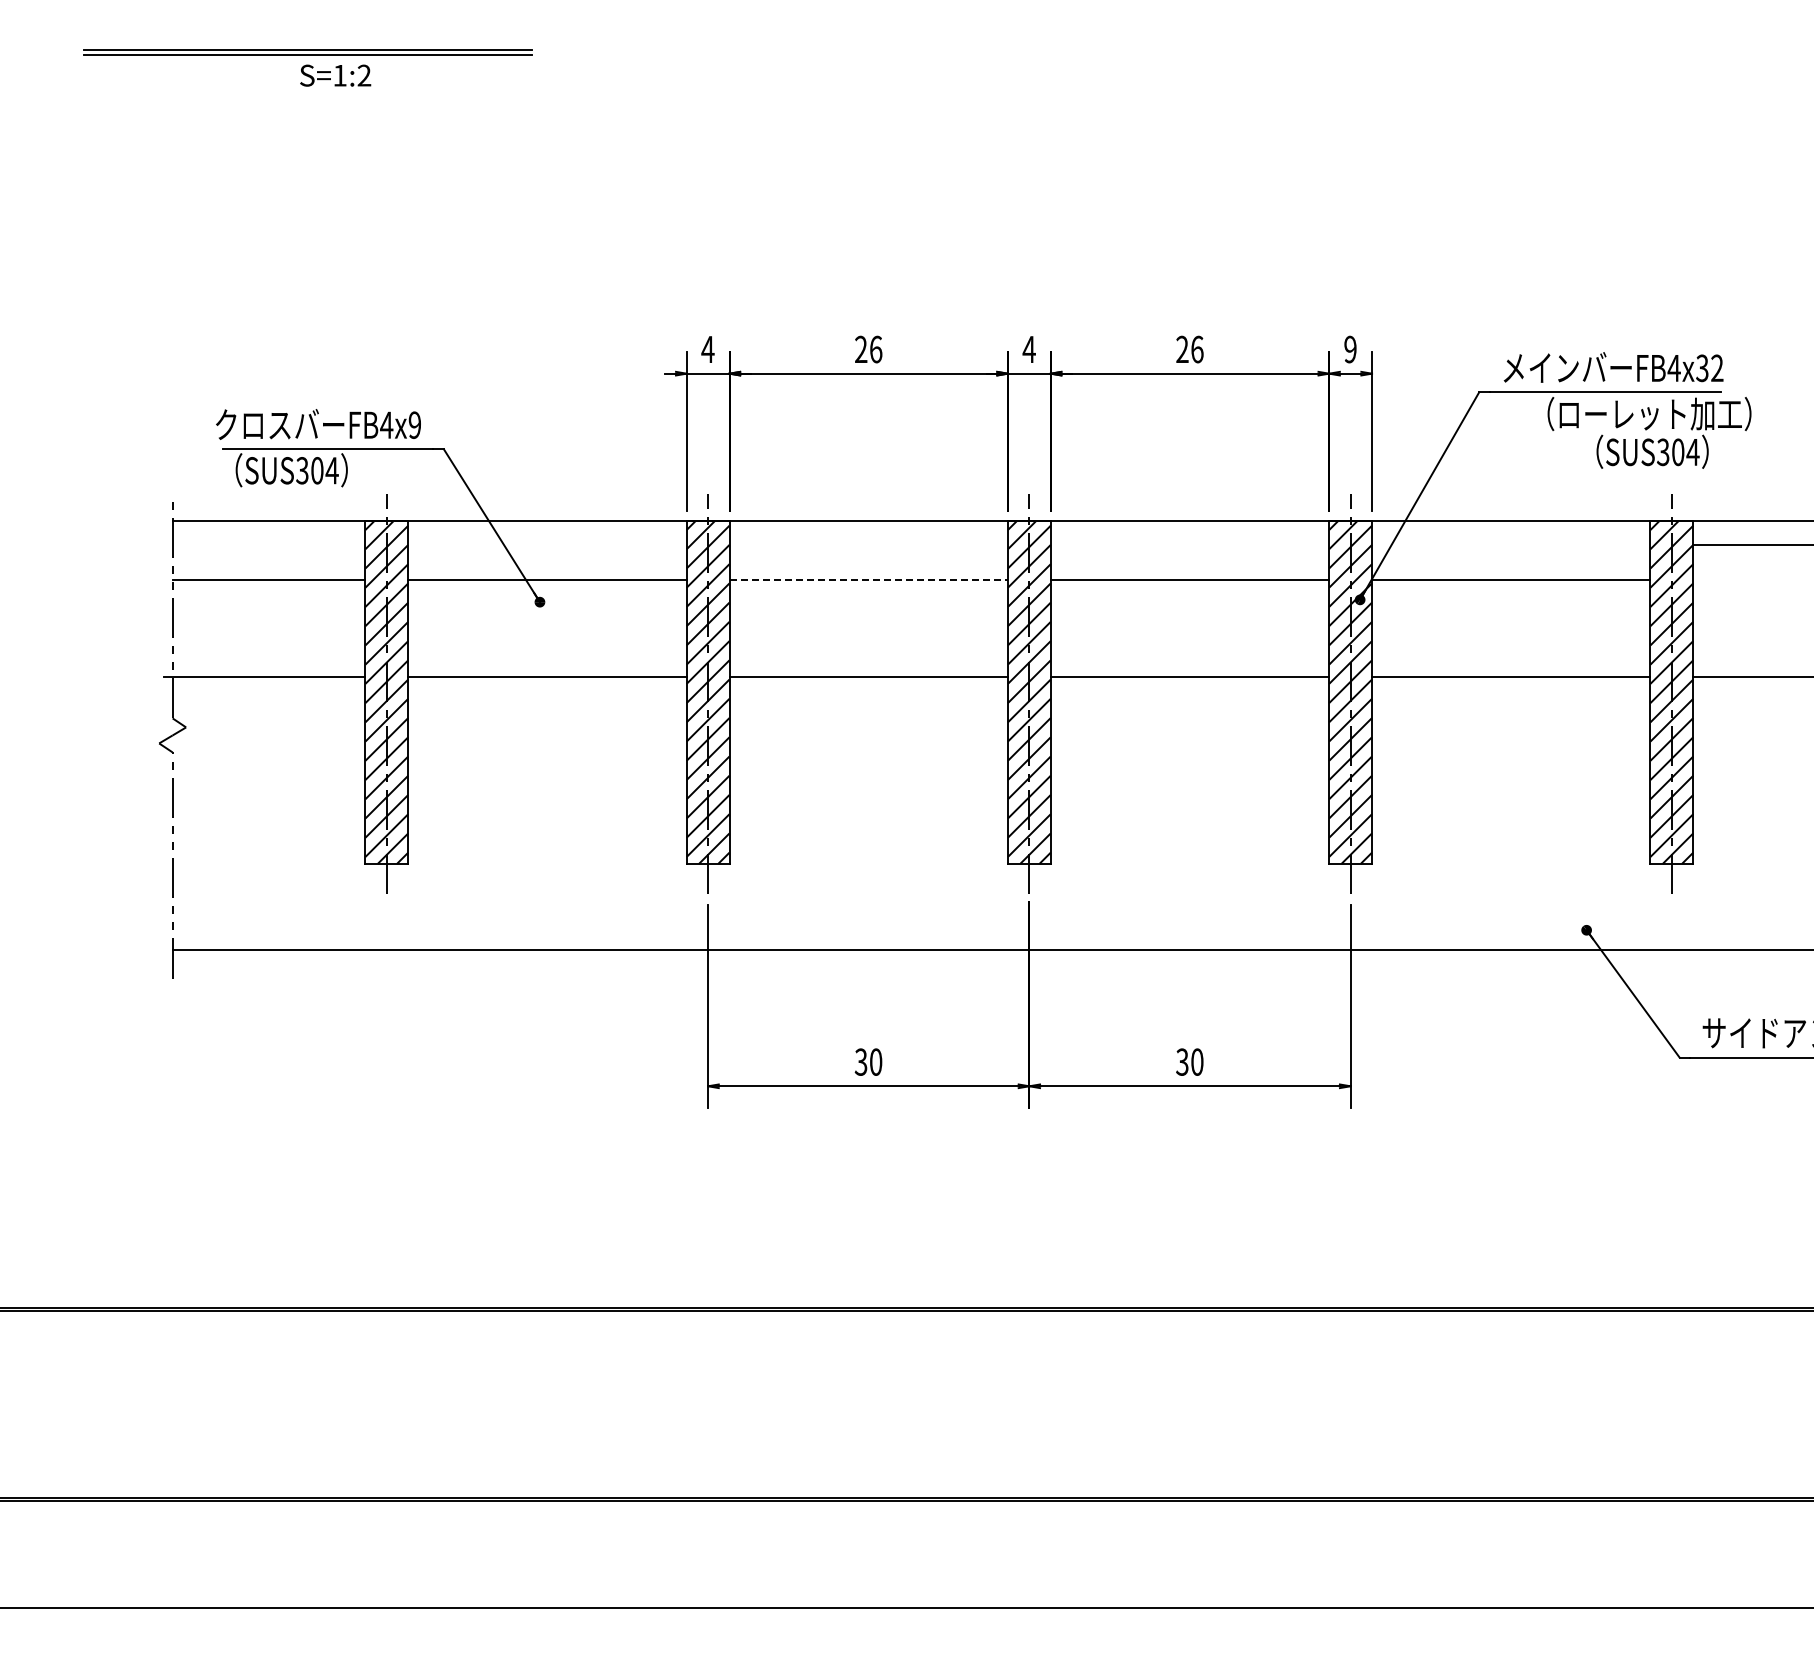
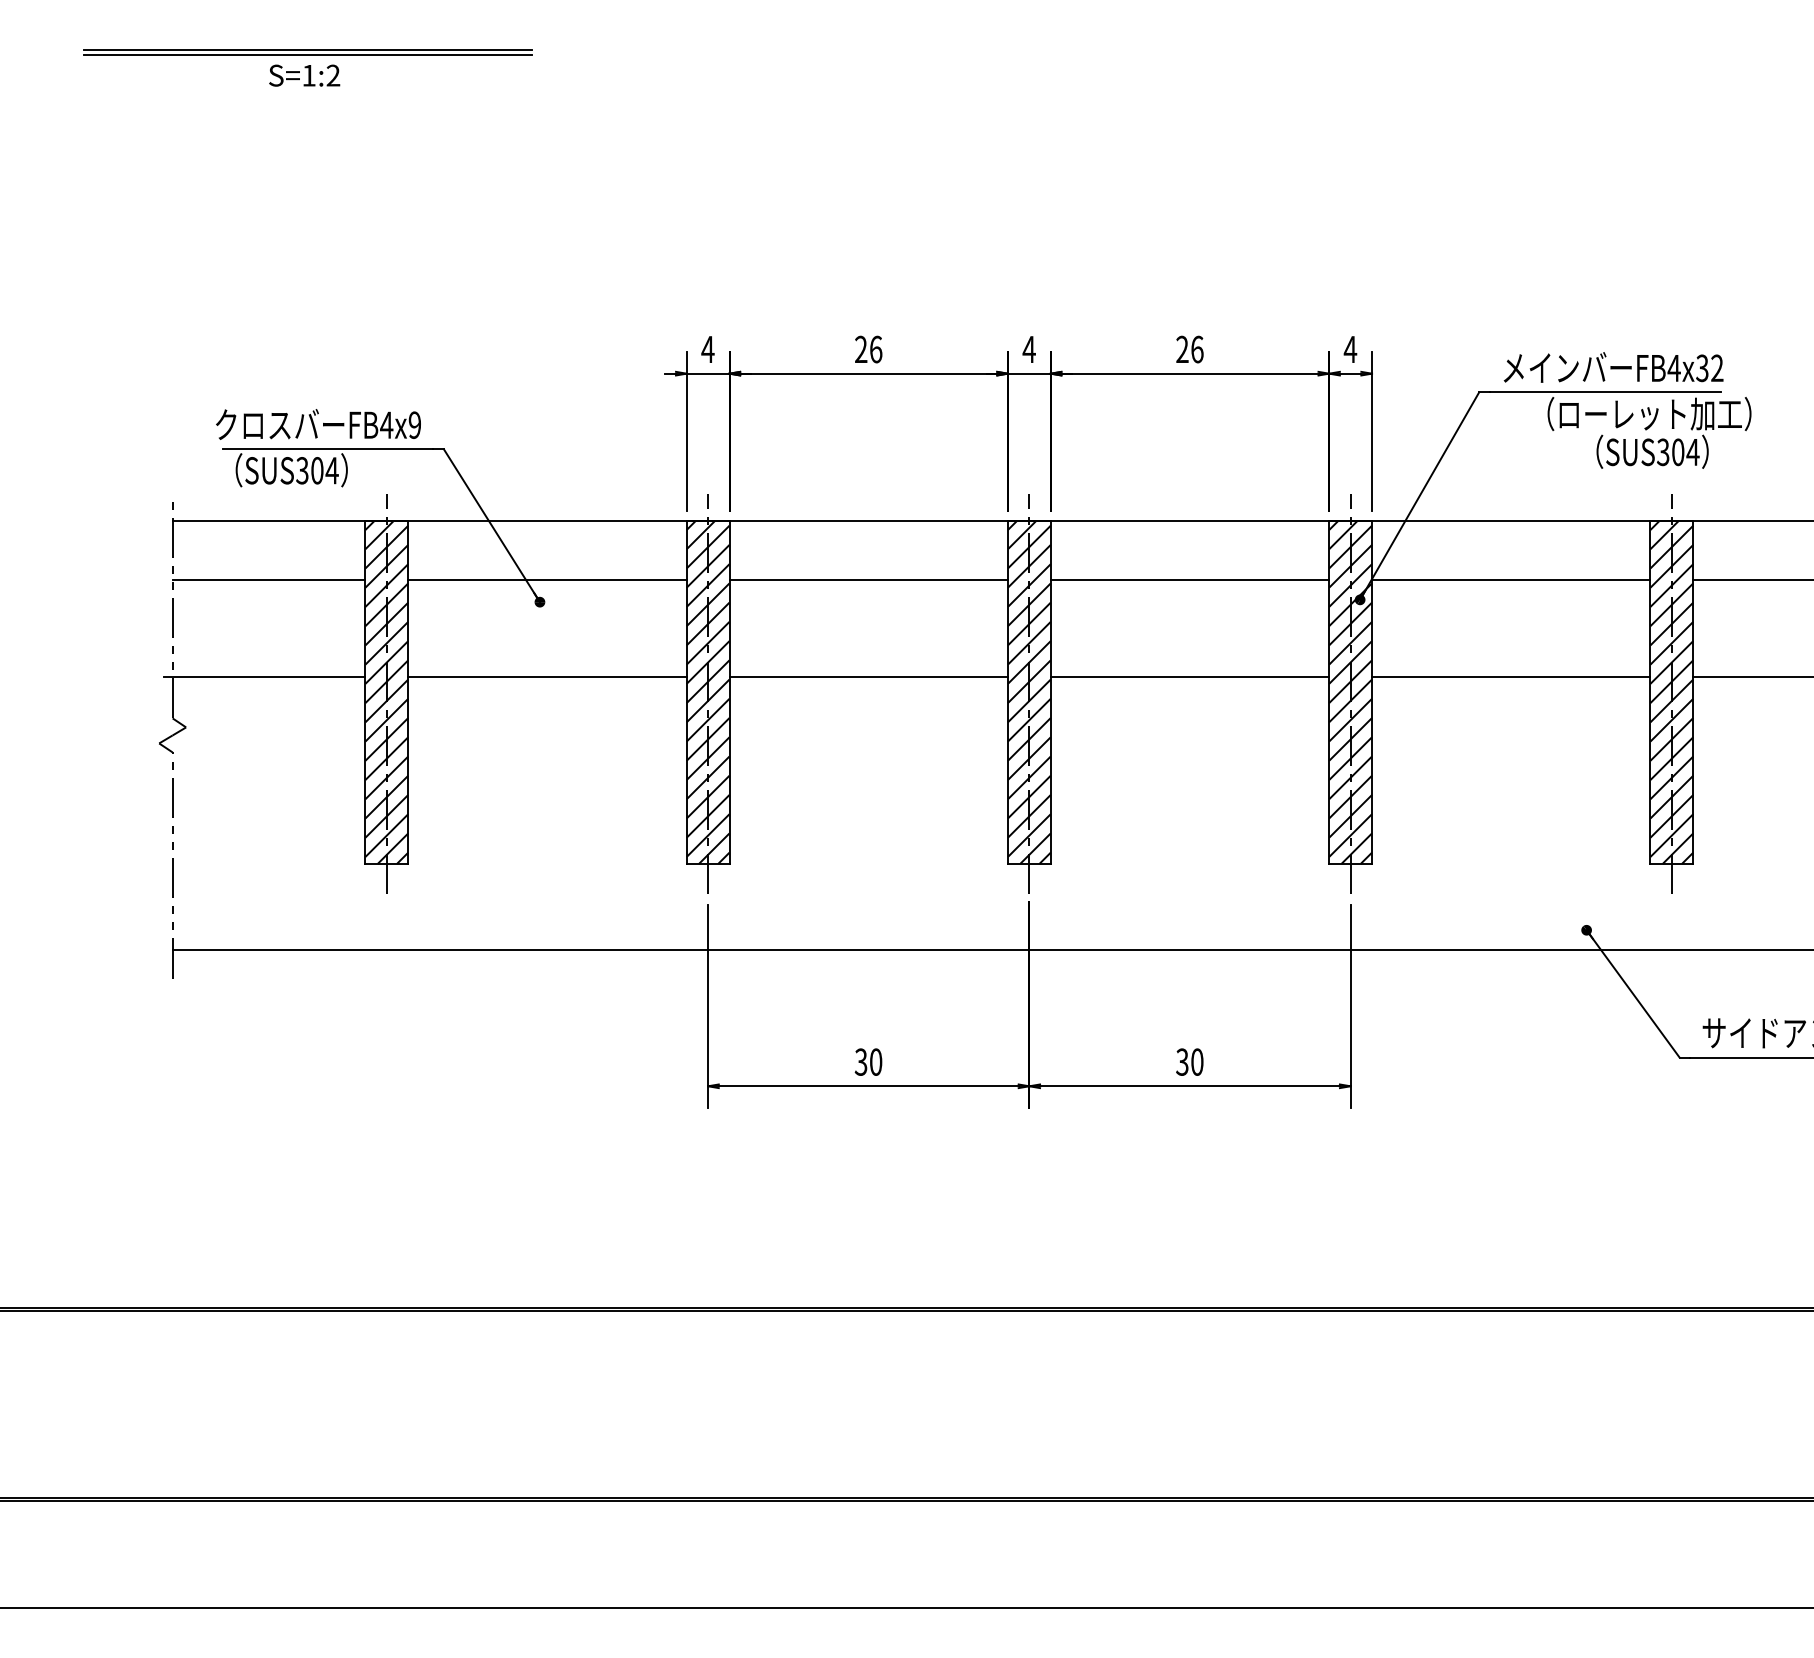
text at (335, 75) position: (335, 75) -> (304, 75)
text at (1350, 349): 9 -> 4
line at (1751, 545) position: (1751, 545) -> (1751, 580)
line at (869, 580): dashed -> solid
